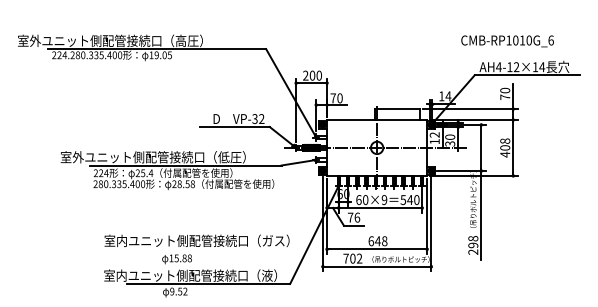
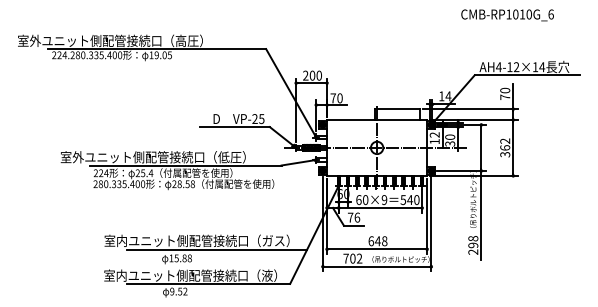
text at (507, 41) position: (507, 41) -> (507, 15)
text at (258, 119): VP-32 -> VP-25
text at (505, 147): 408 -> 362
line at (216, 250): none -> present
